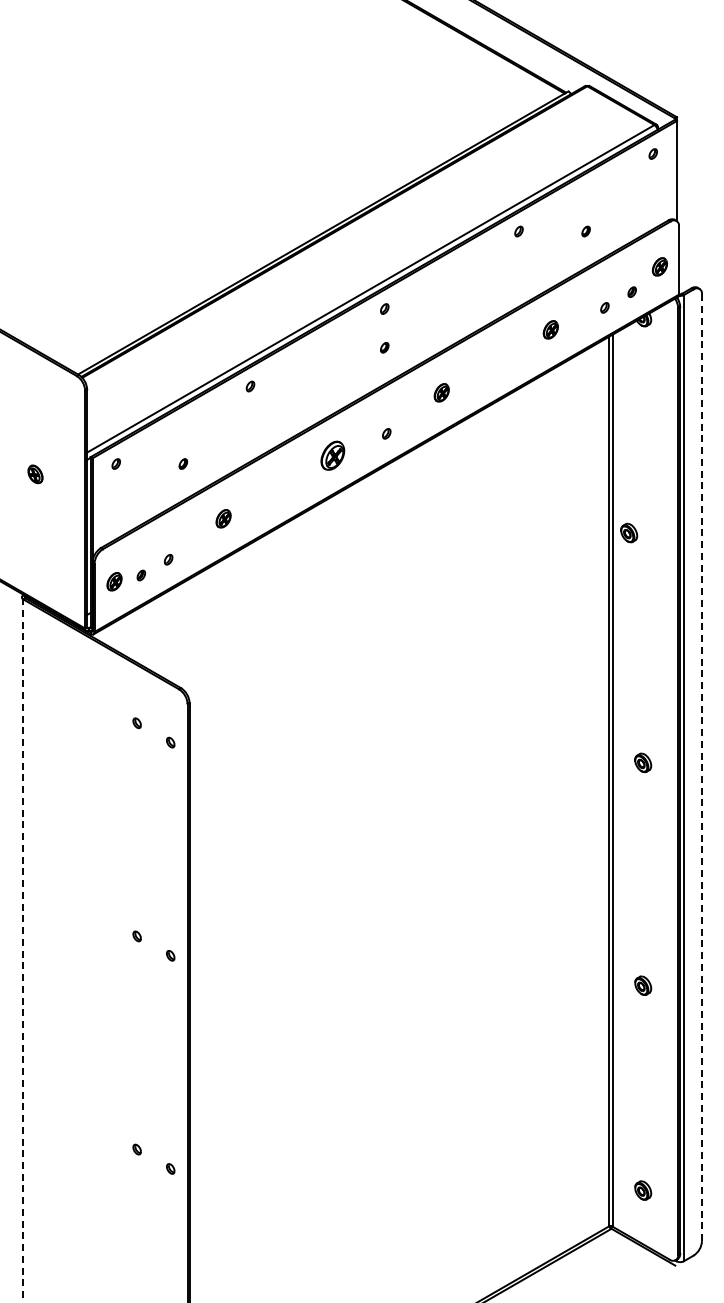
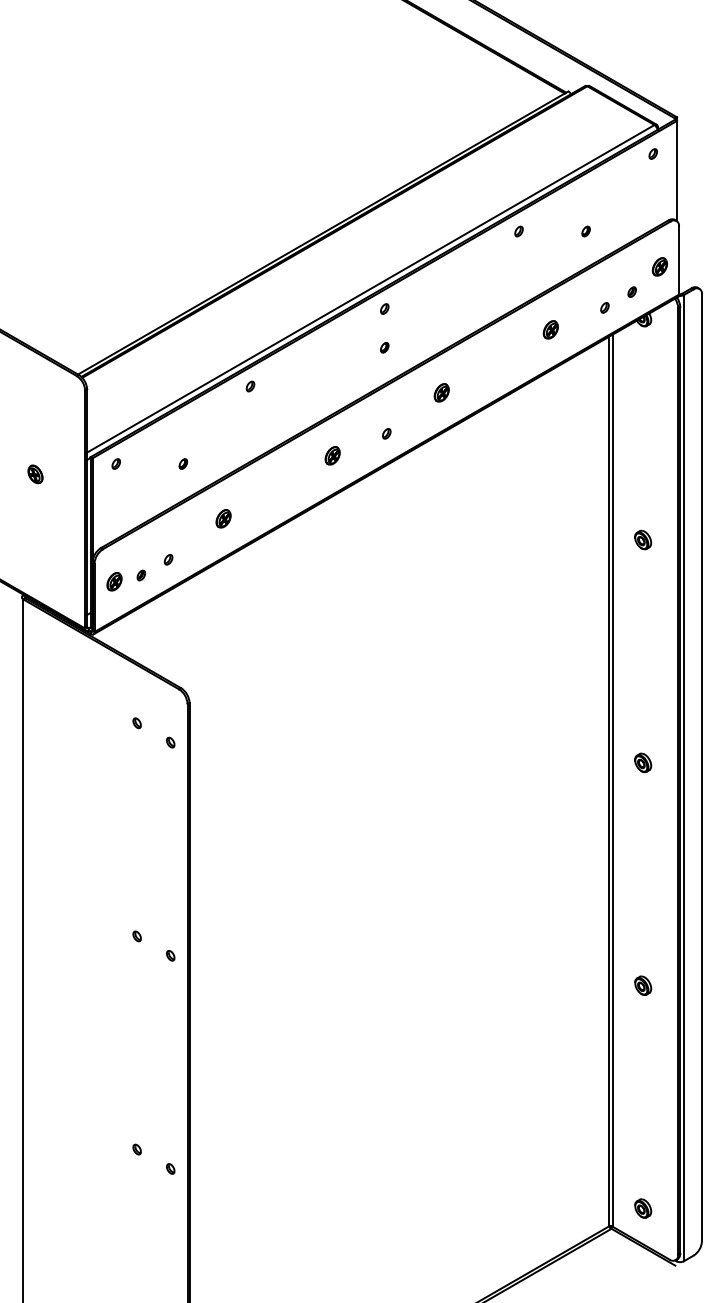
part at (332, 455) size: 26x31 px -> 17x20 px
part at (629, 532) position: (629, 532) -> (643, 539)
line at (702, 767): dashed -> solid
line at (23, 950): dashed -> solid
part at (643, 1190) position: (643, 1190) -> (643, 1208)
